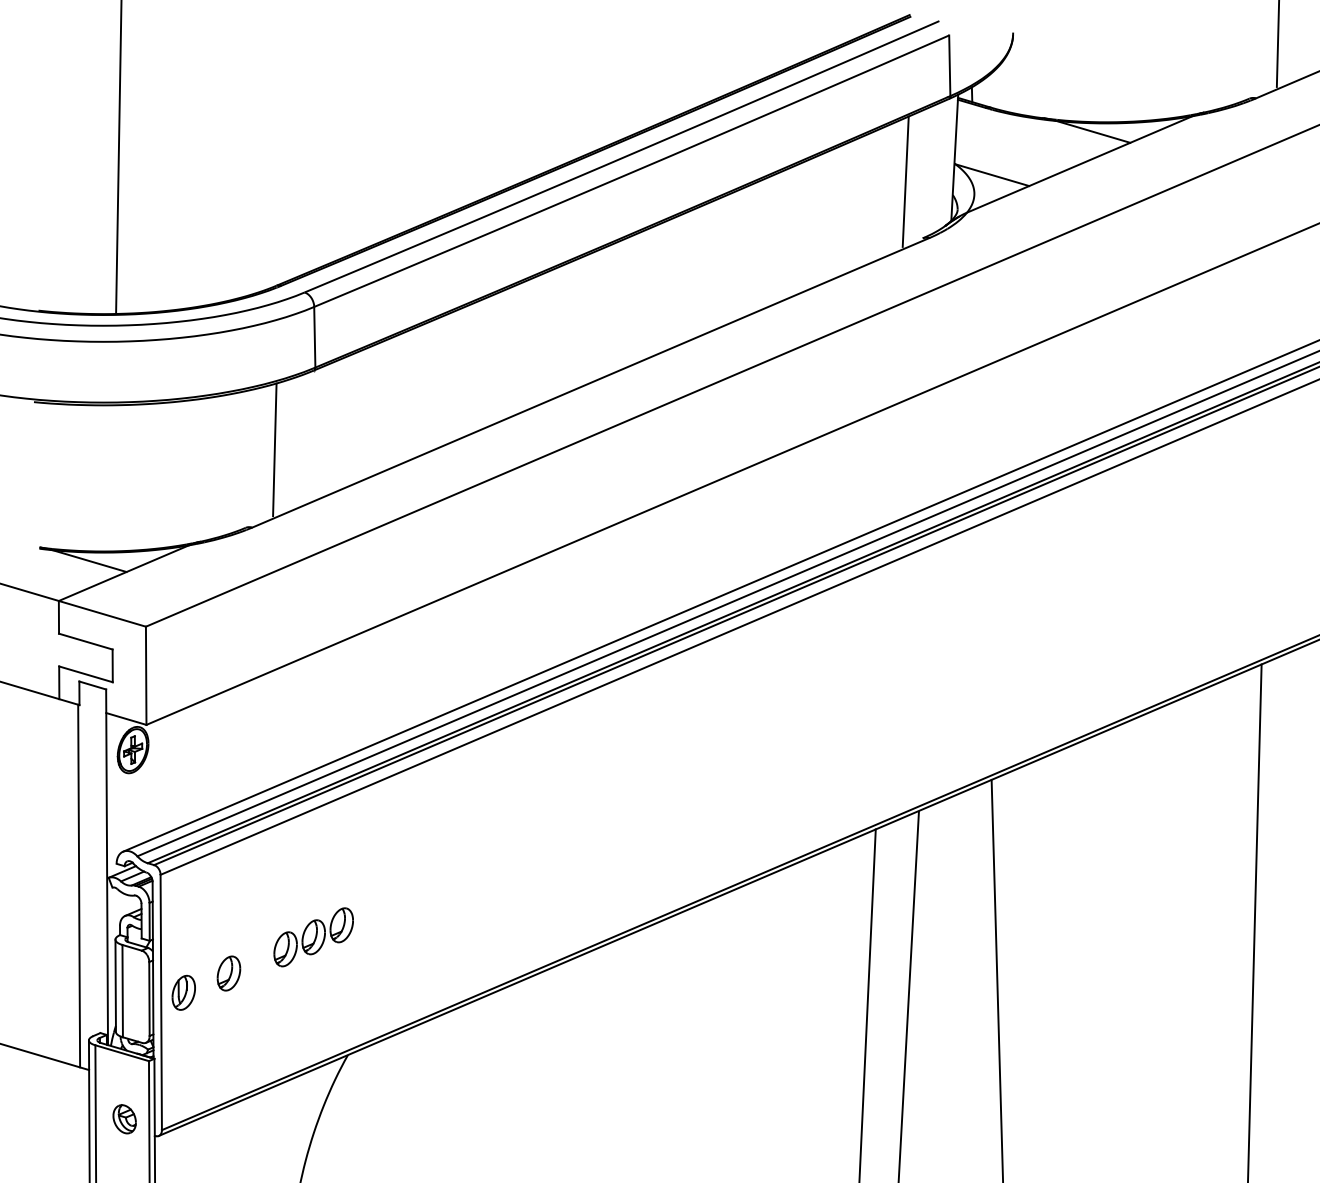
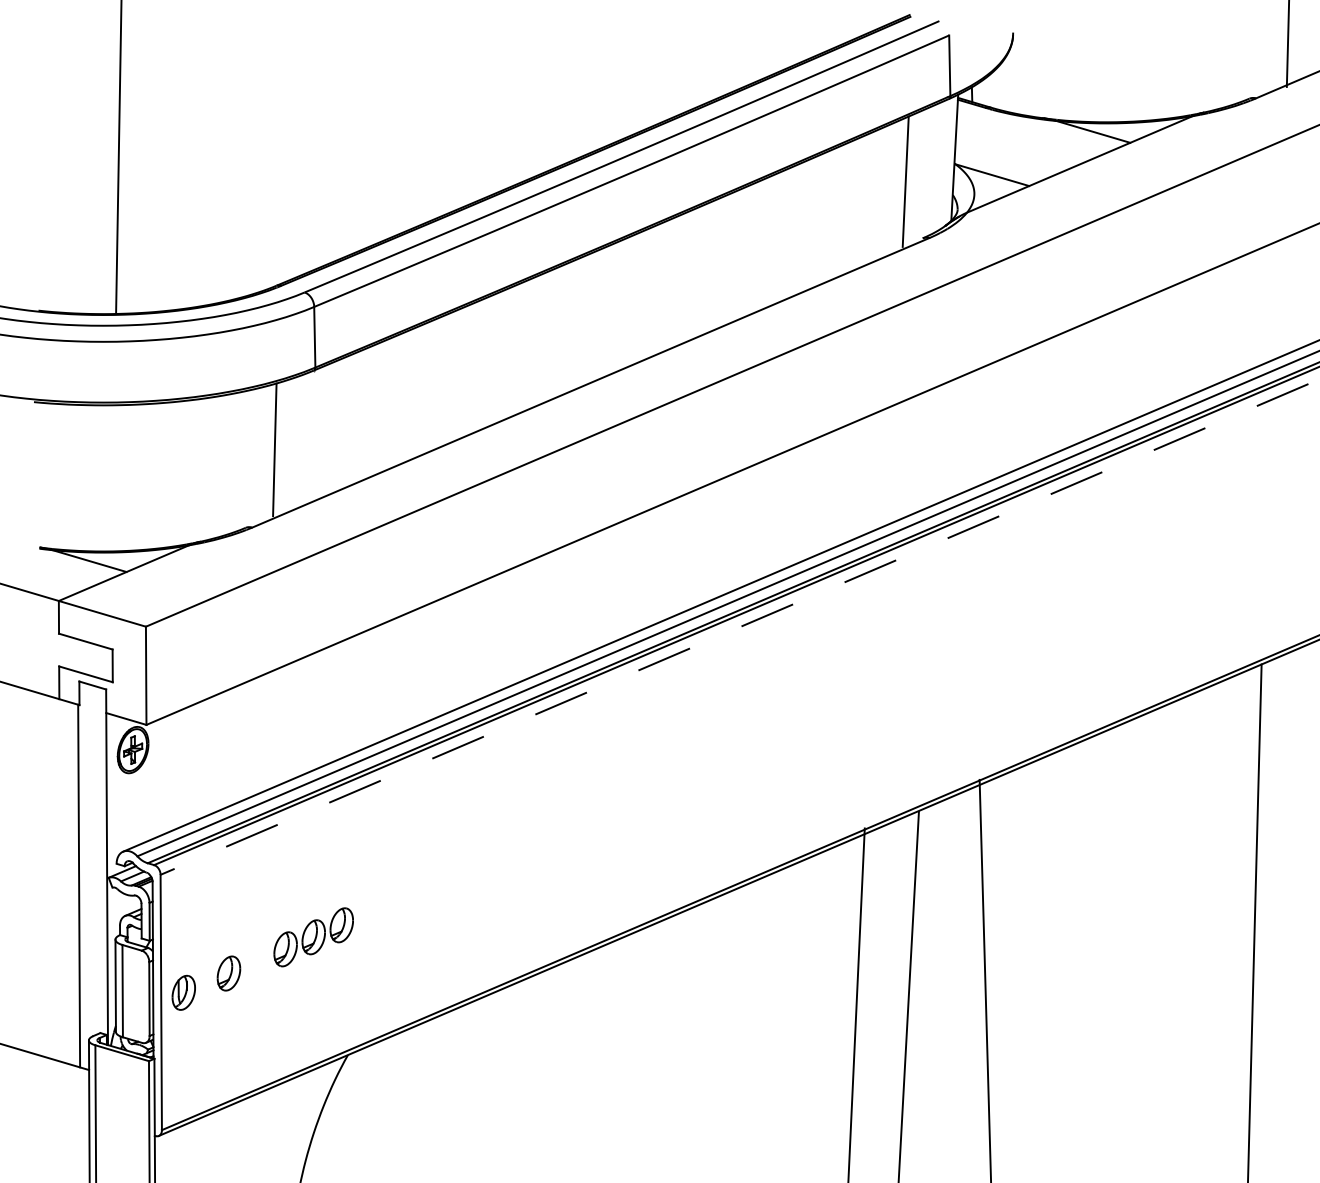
line at (1277, 44) position: (1277, 44) -> (1287, 44)
line at (739, 627): solid -> dashed
line at (997, 979) position: (997, 979) -> (985, 979)
line at (867, 1004) position: (867, 1004) -> (856, 1003)
part at (124, 1119): present -> none
